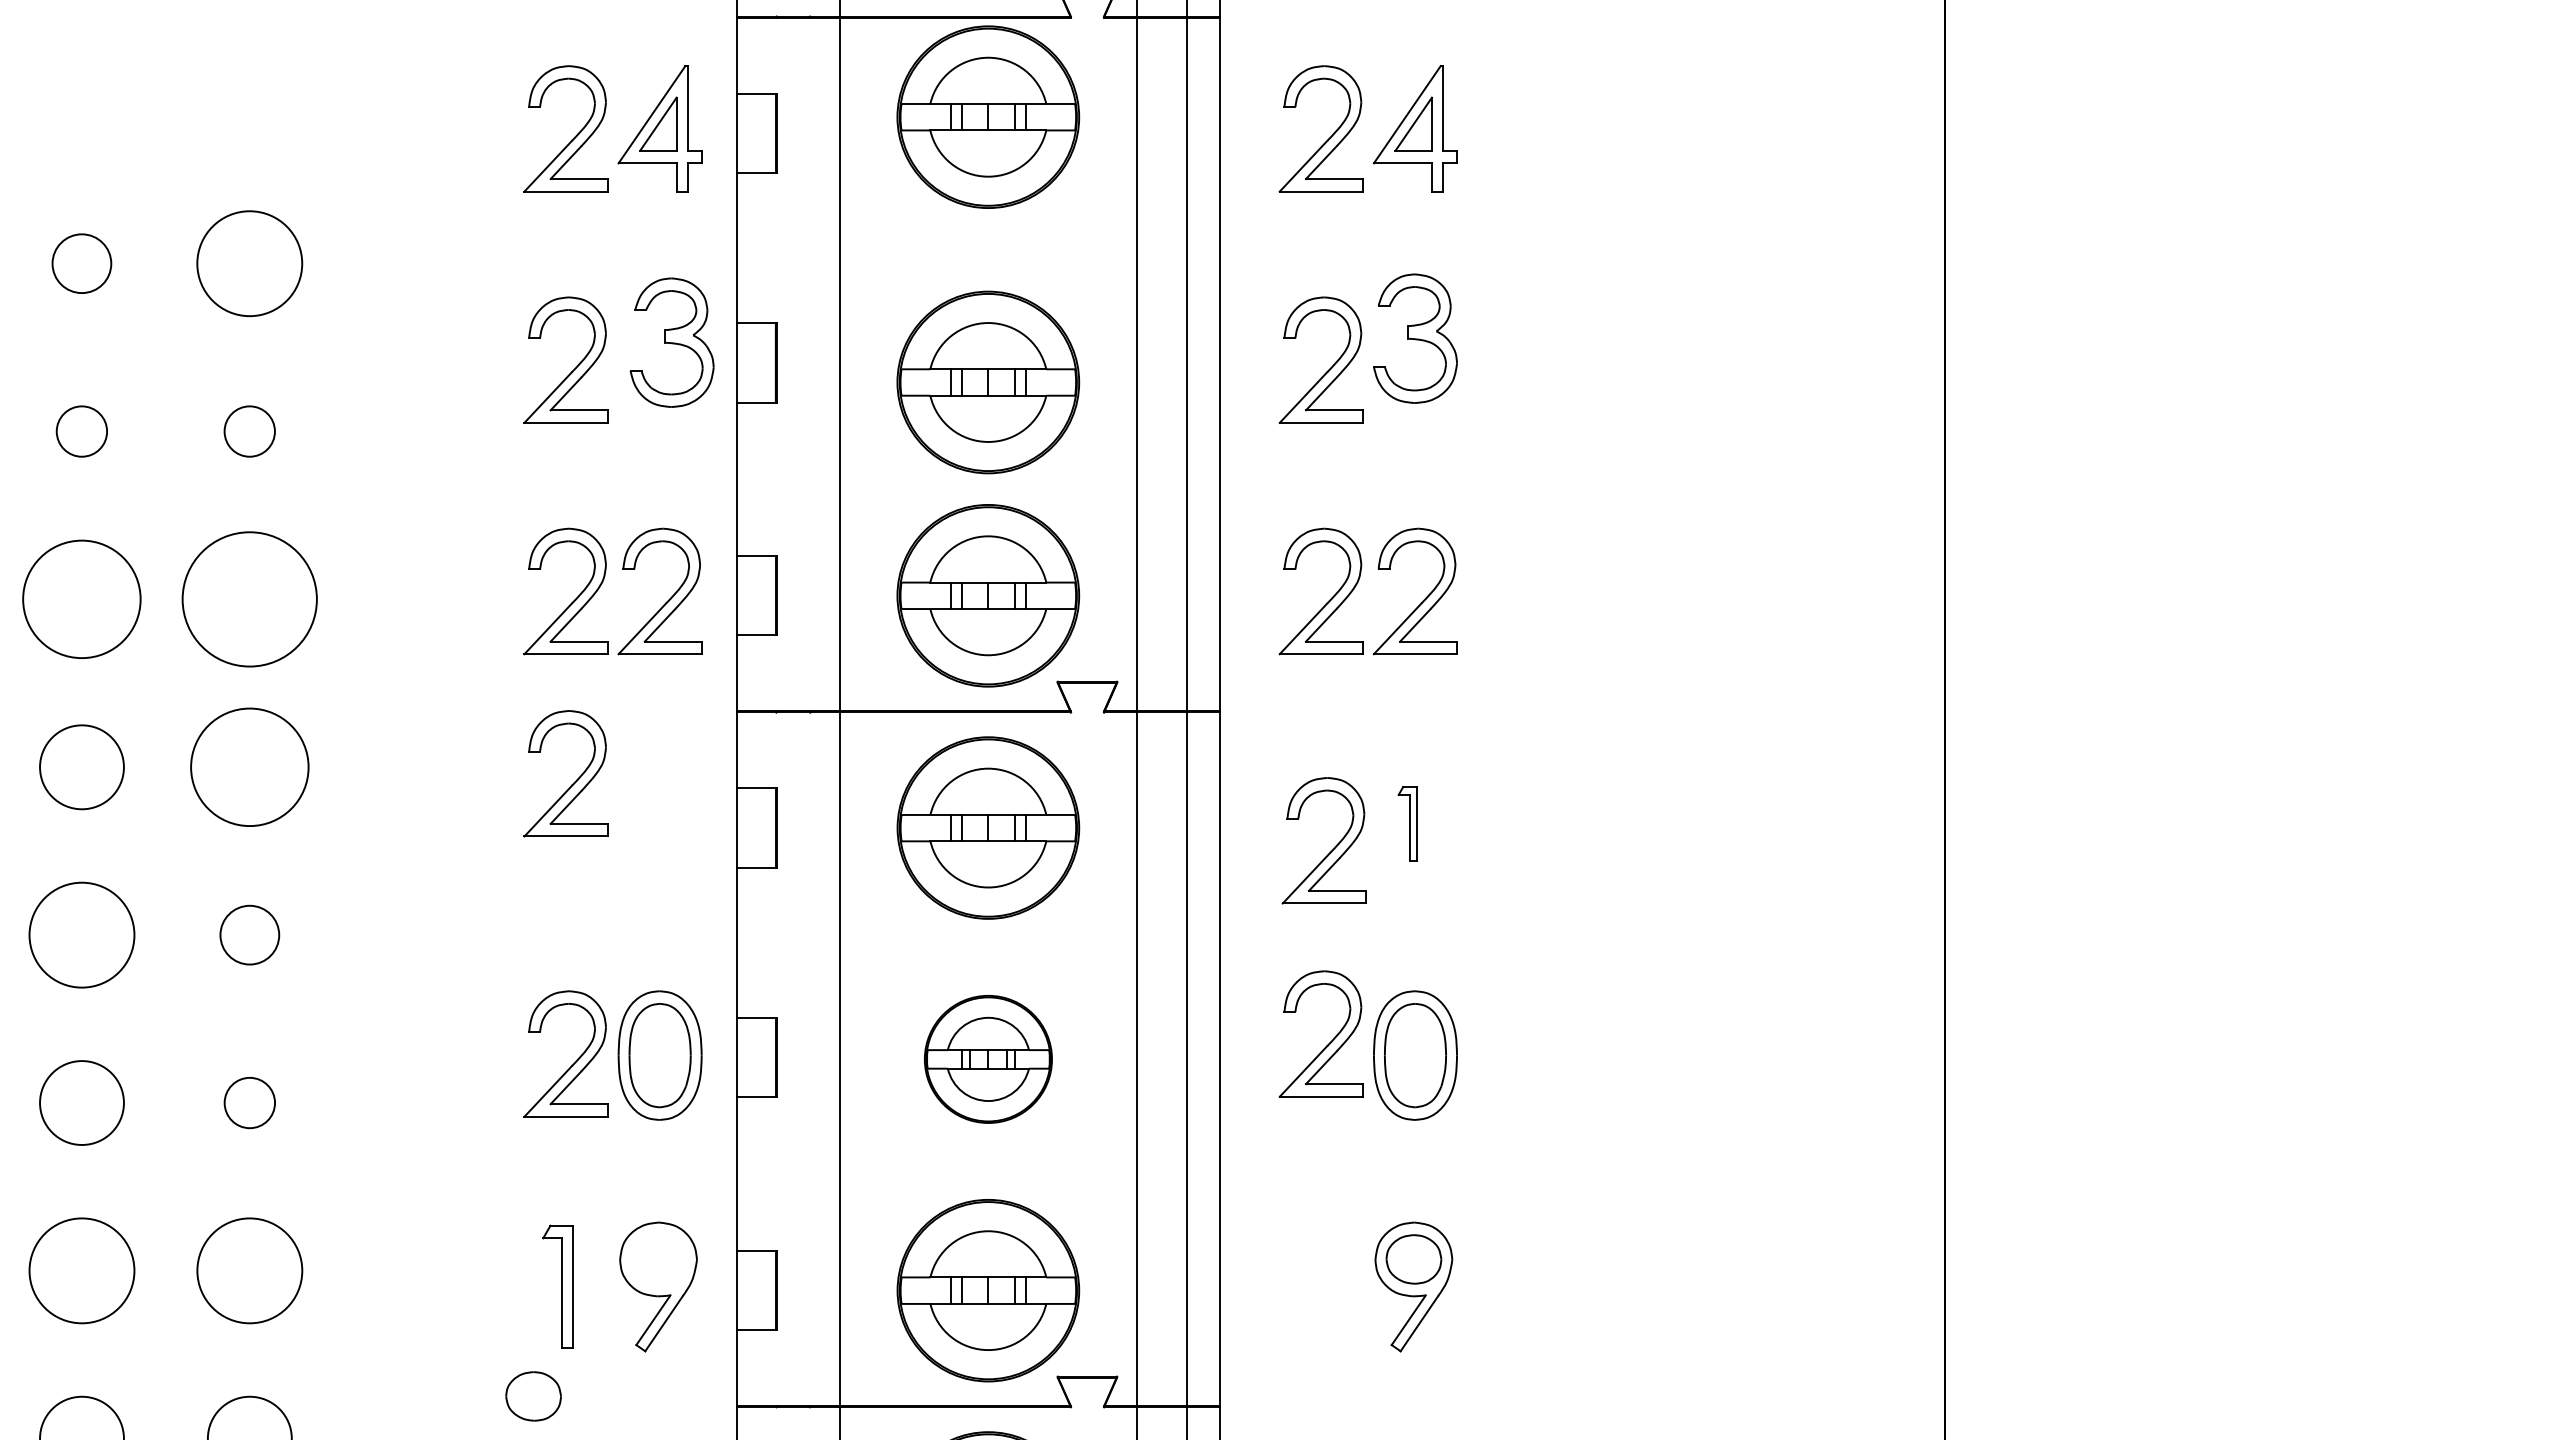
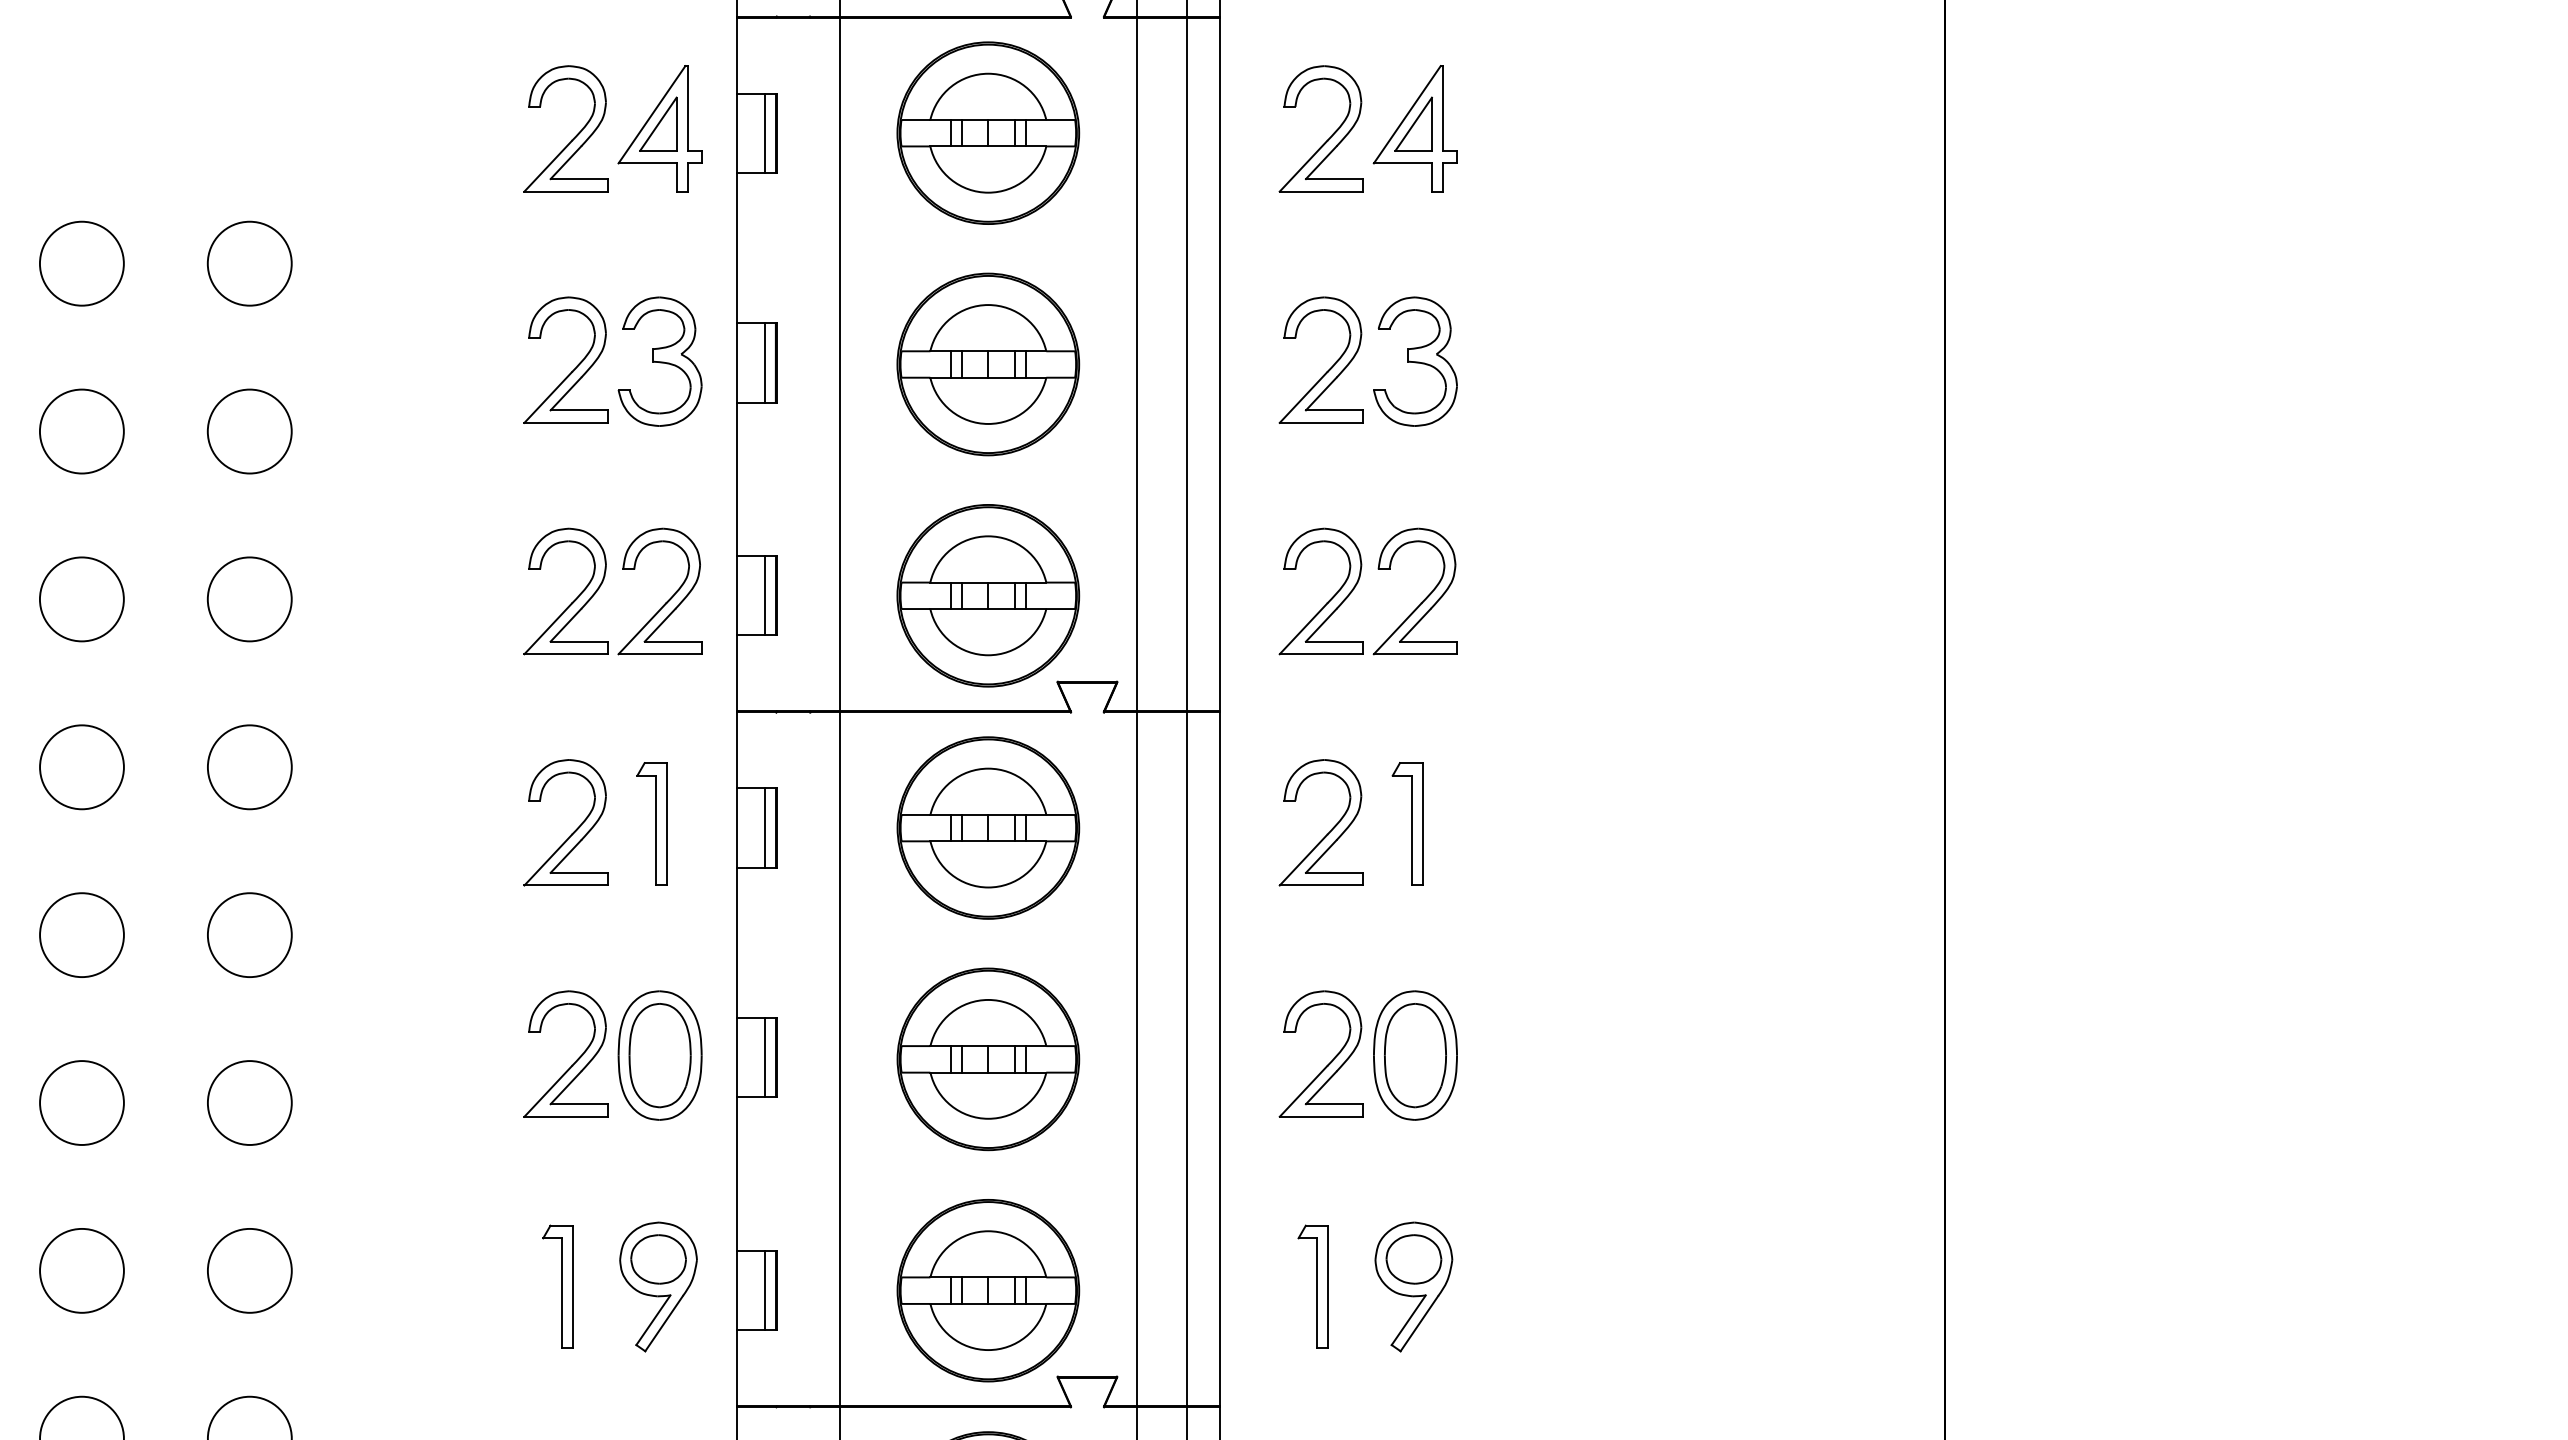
part at (988, 116) position: (988, 116) -> (988, 132)
line at (765, 132): none -> present
circle at (81, 263) diameter: 59 px -> 84 px
circle at (249, 263) diameter: 105 px -> 84 px
part at (1415, 338) position: (1415, 338) -> (1415, 361)
part at (671, 342) position: (671, 342) -> (659, 361)
line at (765, 362): none -> present
part at (988, 382) position: (988, 382) -> (988, 364)
circle at (81, 431) diameter: 50 px -> 84 px
circle at (249, 431) diameter: 50 px -> 84 px
line at (765, 595): none -> present
circle at (81, 598) size: 120x120 px -> 86x87 px
circle at (249, 599) diameter: 134 px -> 84 px
circle at (249, 767) diameter: 117 px -> 84 px
part at (574, 781) position: (574, 781) -> (574, 830)
part at (651, 823): none -> present
part at (1407, 823) size: 21x76 px -> 33x124 px
line at (764, 827): none -> present
part at (1334, 846) position: (1334, 846) -> (1331, 828)
circle at (81, 934) diameter: 105 px -> 84 px
circle at (249, 934) diameter: 59 px -> 84 px
part at (1329, 1042) position: (1329, 1042) -> (1329, 1062)
line at (764, 1057): none -> present
part at (988, 1059) size: 129x129 px -> 185x185 px
circle at (249, 1102) diameter: 50 px -> 84 px
circle at (81, 1270) diameter: 105 px -> 84 px
circle at (249, 1270) diameter: 105 px -> 84 px
part at (1312, 1286): none -> present
line at (764, 1290): none -> present
part at (533, 1396) position: (533, 1396) -> (658, 1259)
